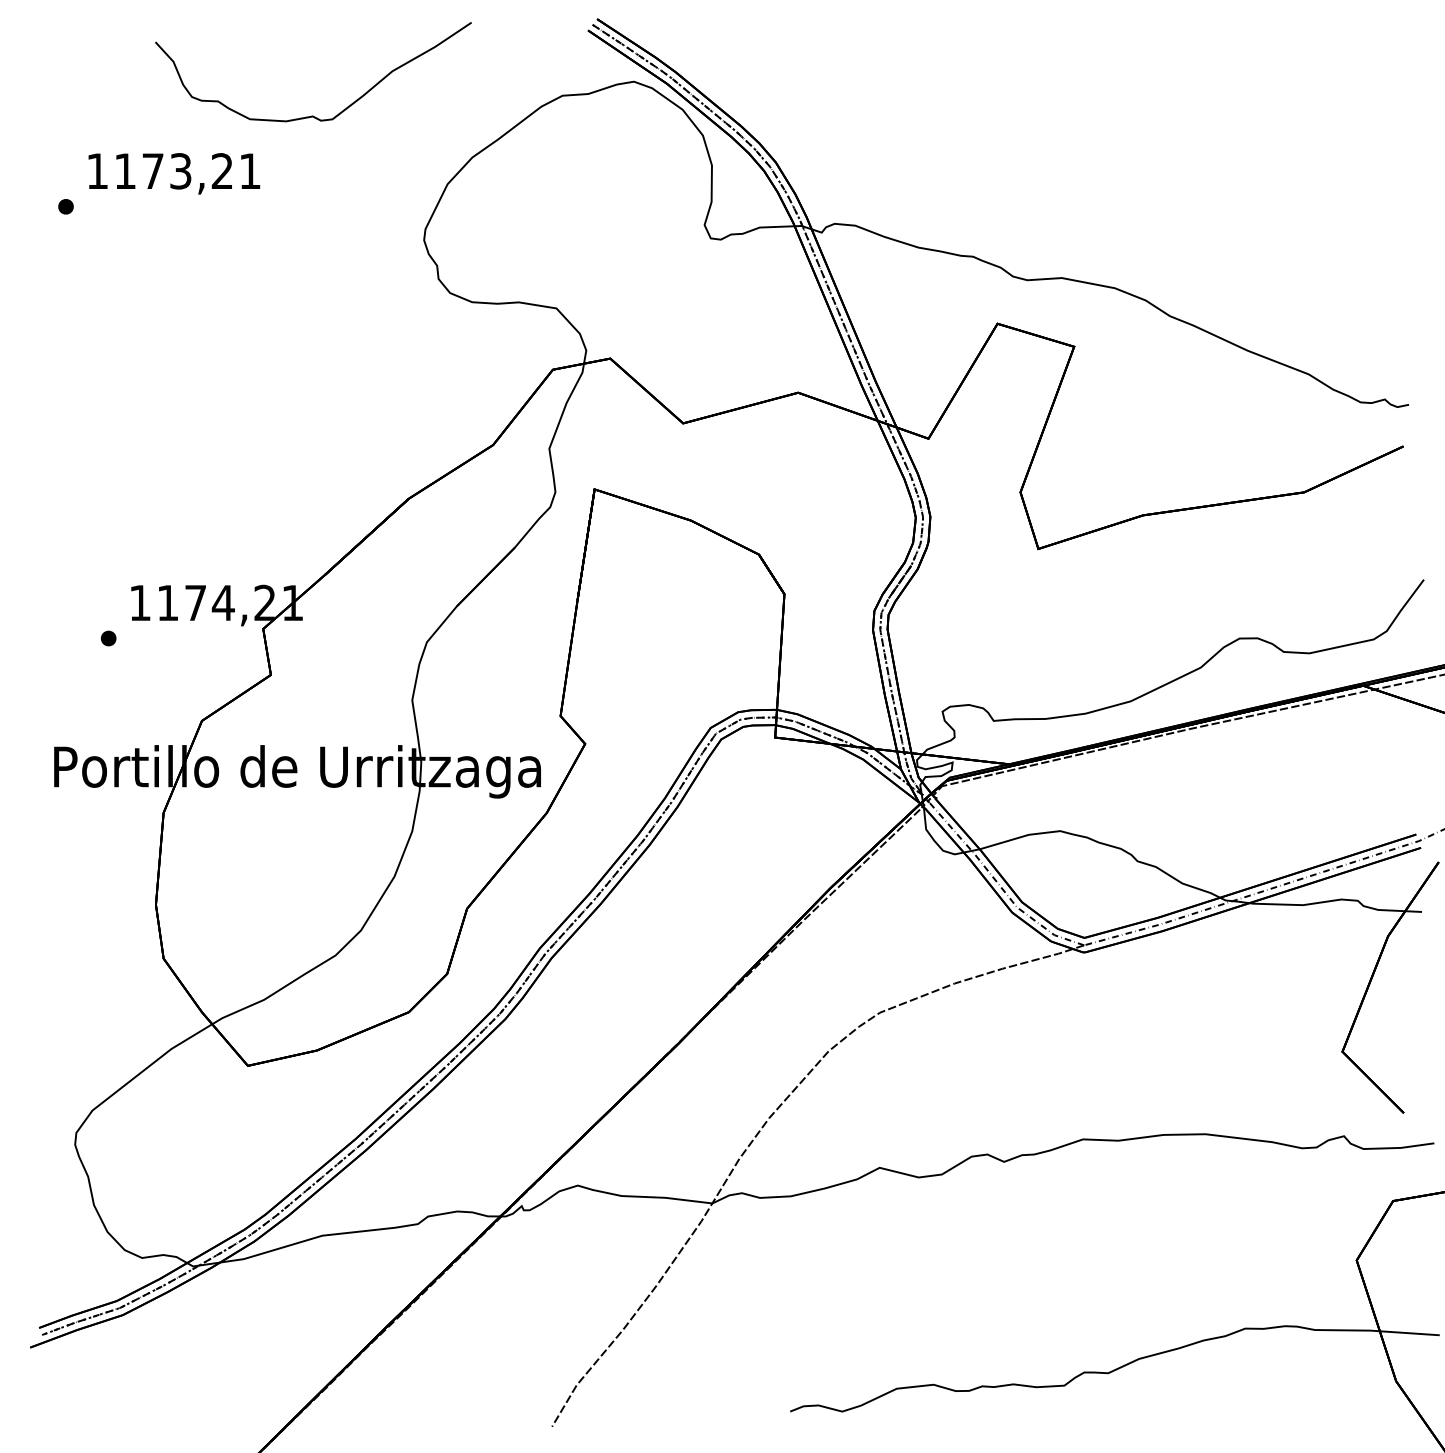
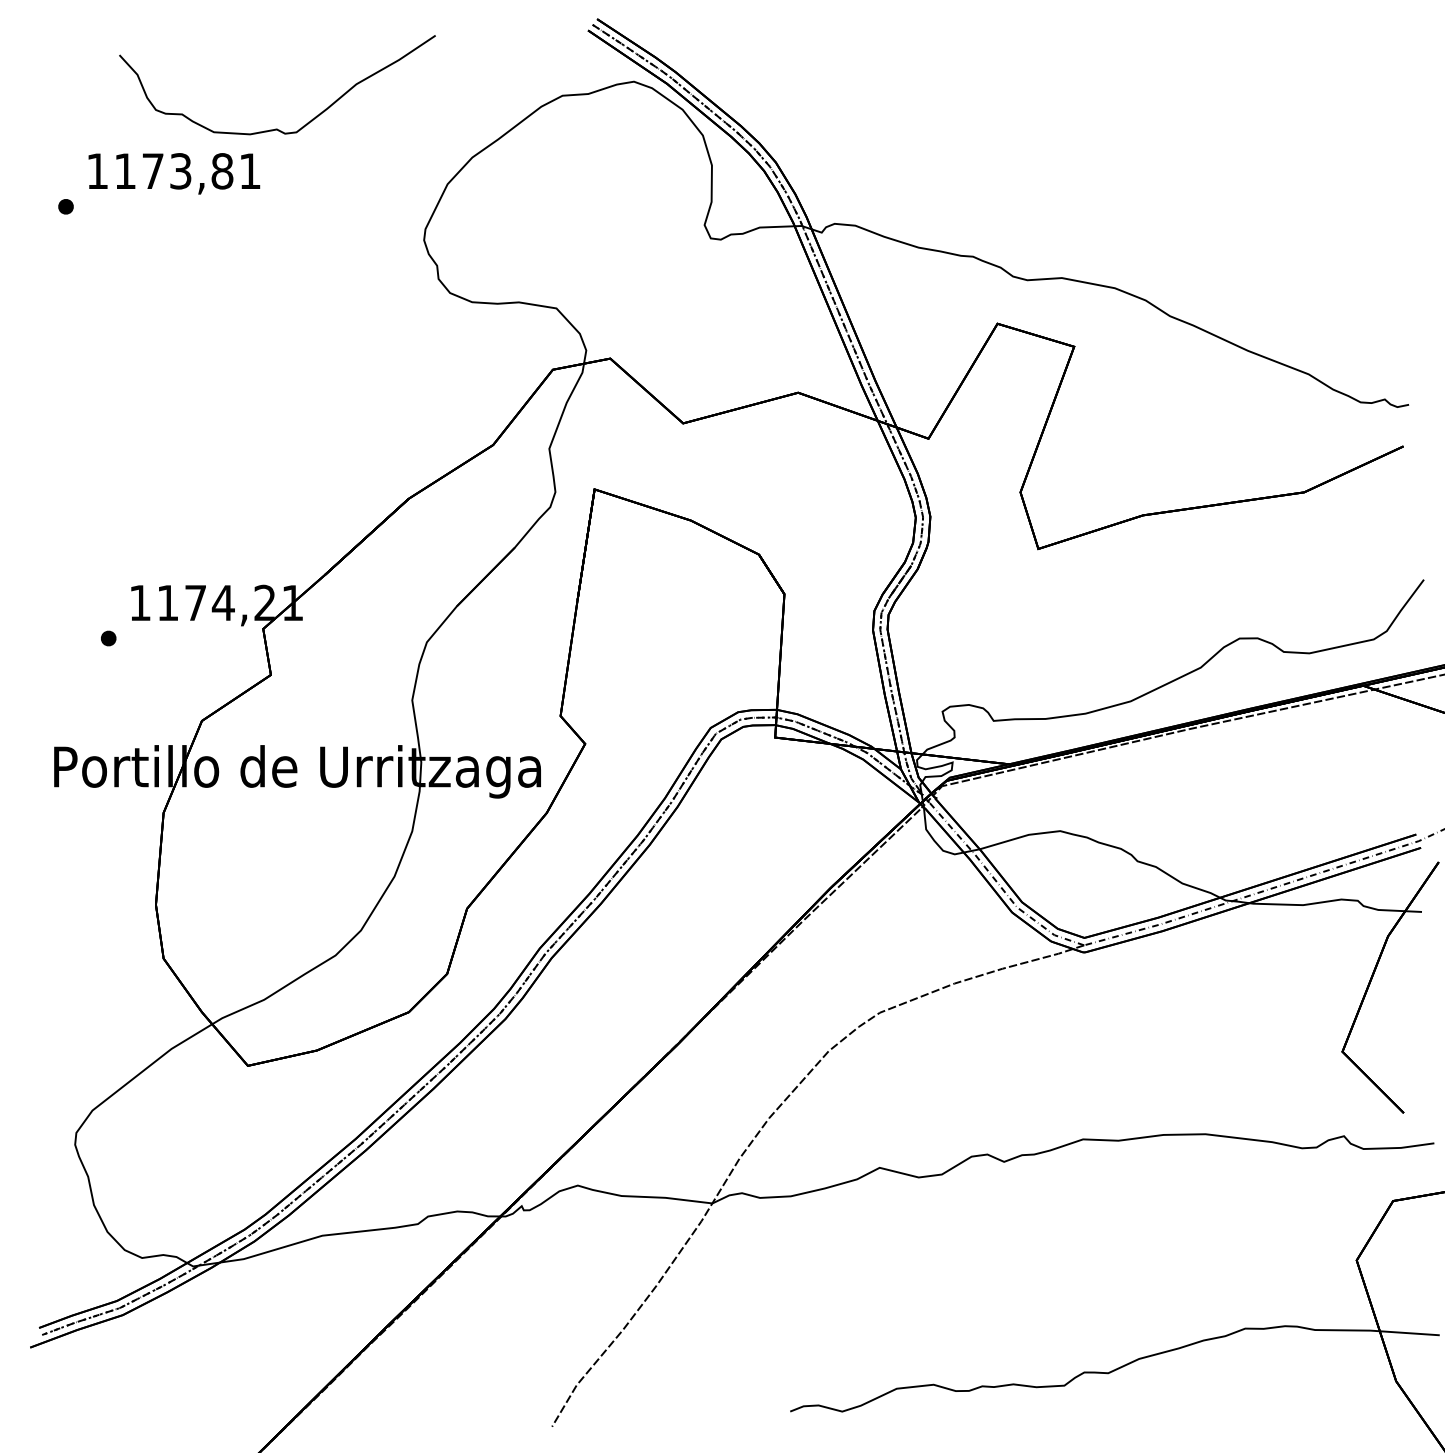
curve at (313, 115) position: (313, 115) -> (277, 128)
text at (222, 171): 1173,21 -> 1173,81
